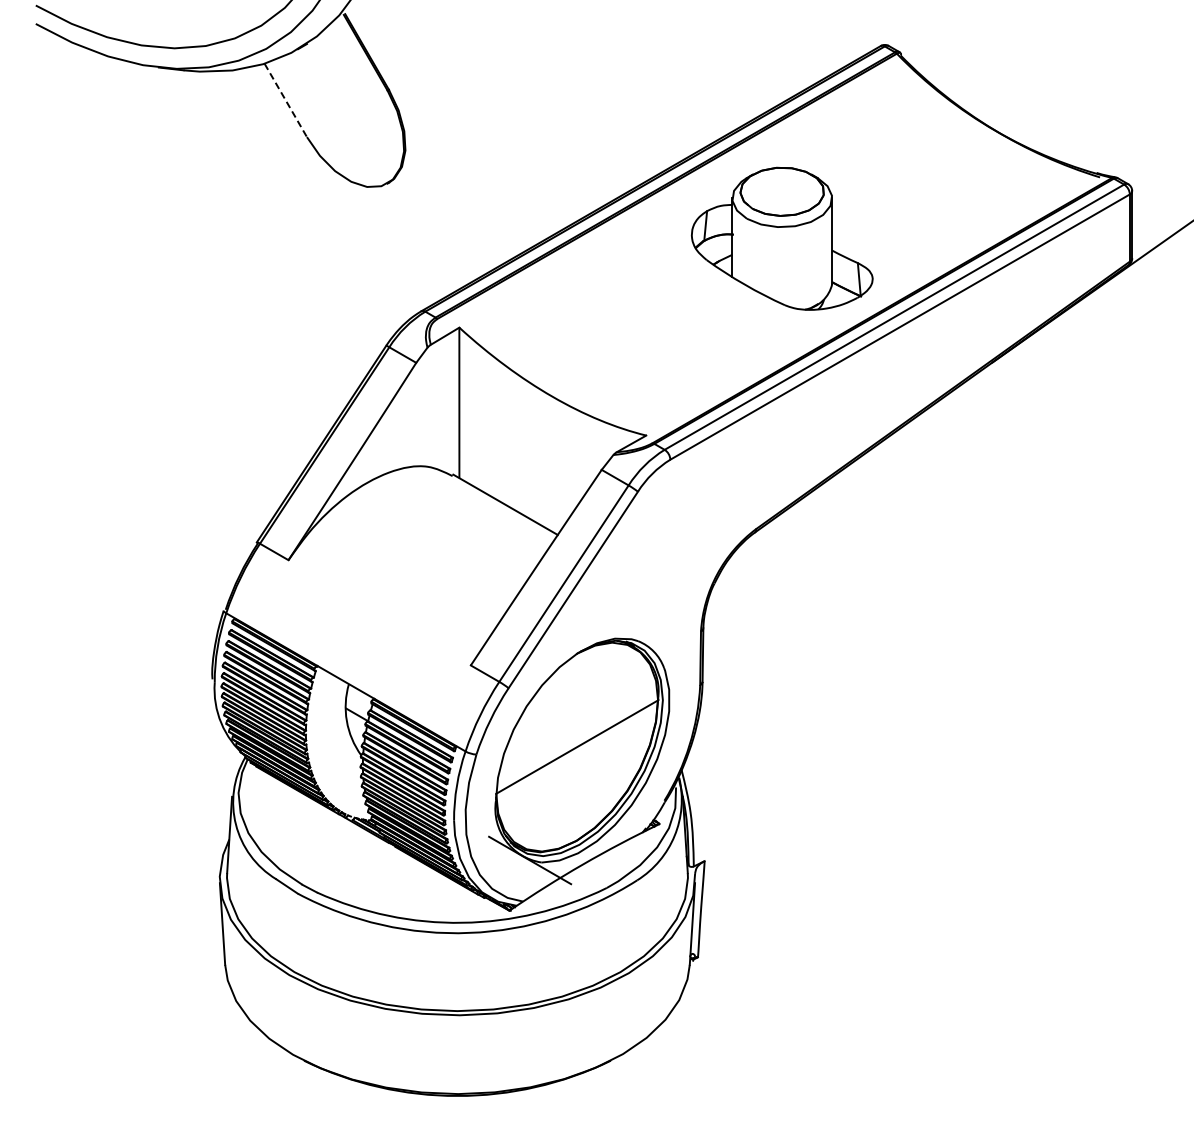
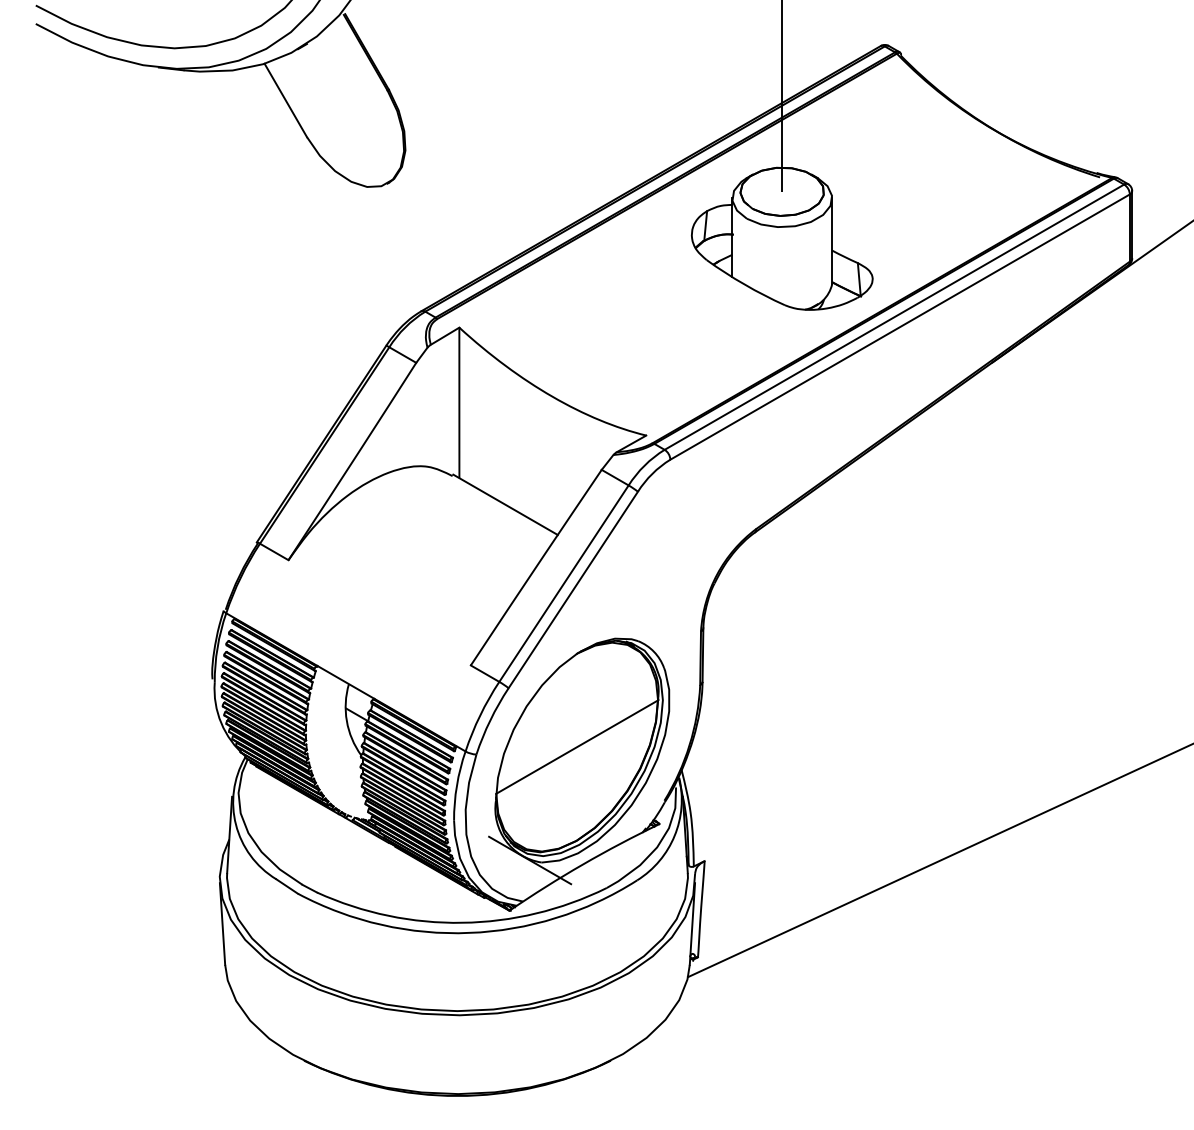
line at (782, 96): none -> present
line at (286, 100): dashed -> solid
line at (939, 861): none -> present
